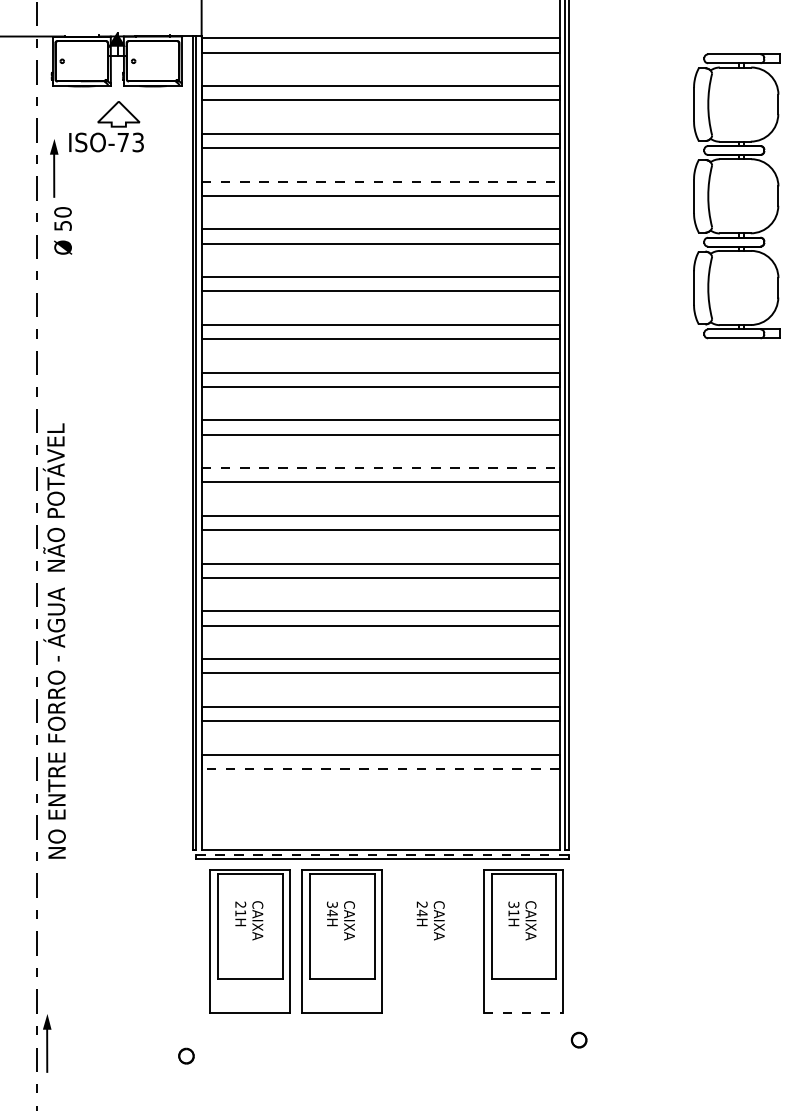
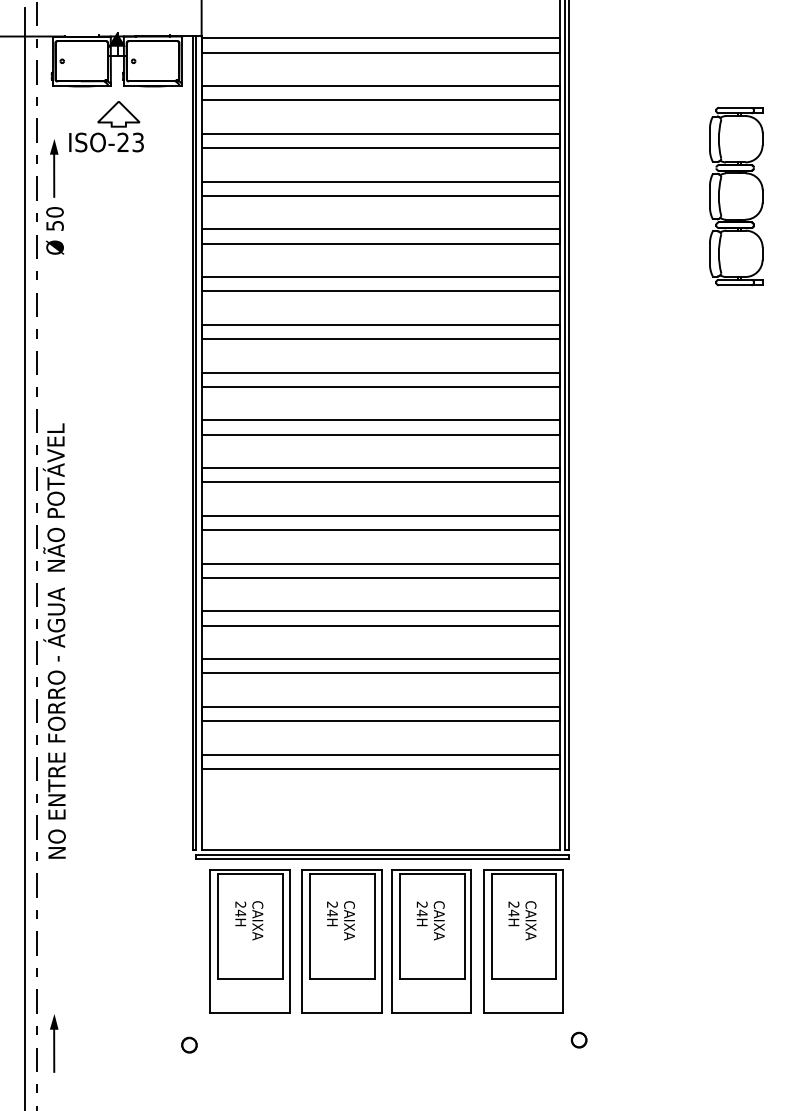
text at (122, 141): ISO-73 -> ISO-23
line at (381, 181): dashed -> solid
part at (736, 196) size: 88x287 px -> 55x180 px
text at (63, 230) position: (63, 230) -> (55, 230)
line at (381, 468): dashed -> solid
line at (25, 557): none -> present
line at (380, 768): dashed -> solid
line at (381, 854): dashed -> solid
text at (331, 904): 34H -> 24H
text at (513, 908): 31H -> 24H
text at (240, 912): 21H -> 24H
part at (431, 941): none -> present
line at (523, 1013): dashed -> solid
part at (47, 1043) position: (47, 1043) -> (54, 1043)
part at (186, 1055) position: (186, 1055) -> (189, 1044)
